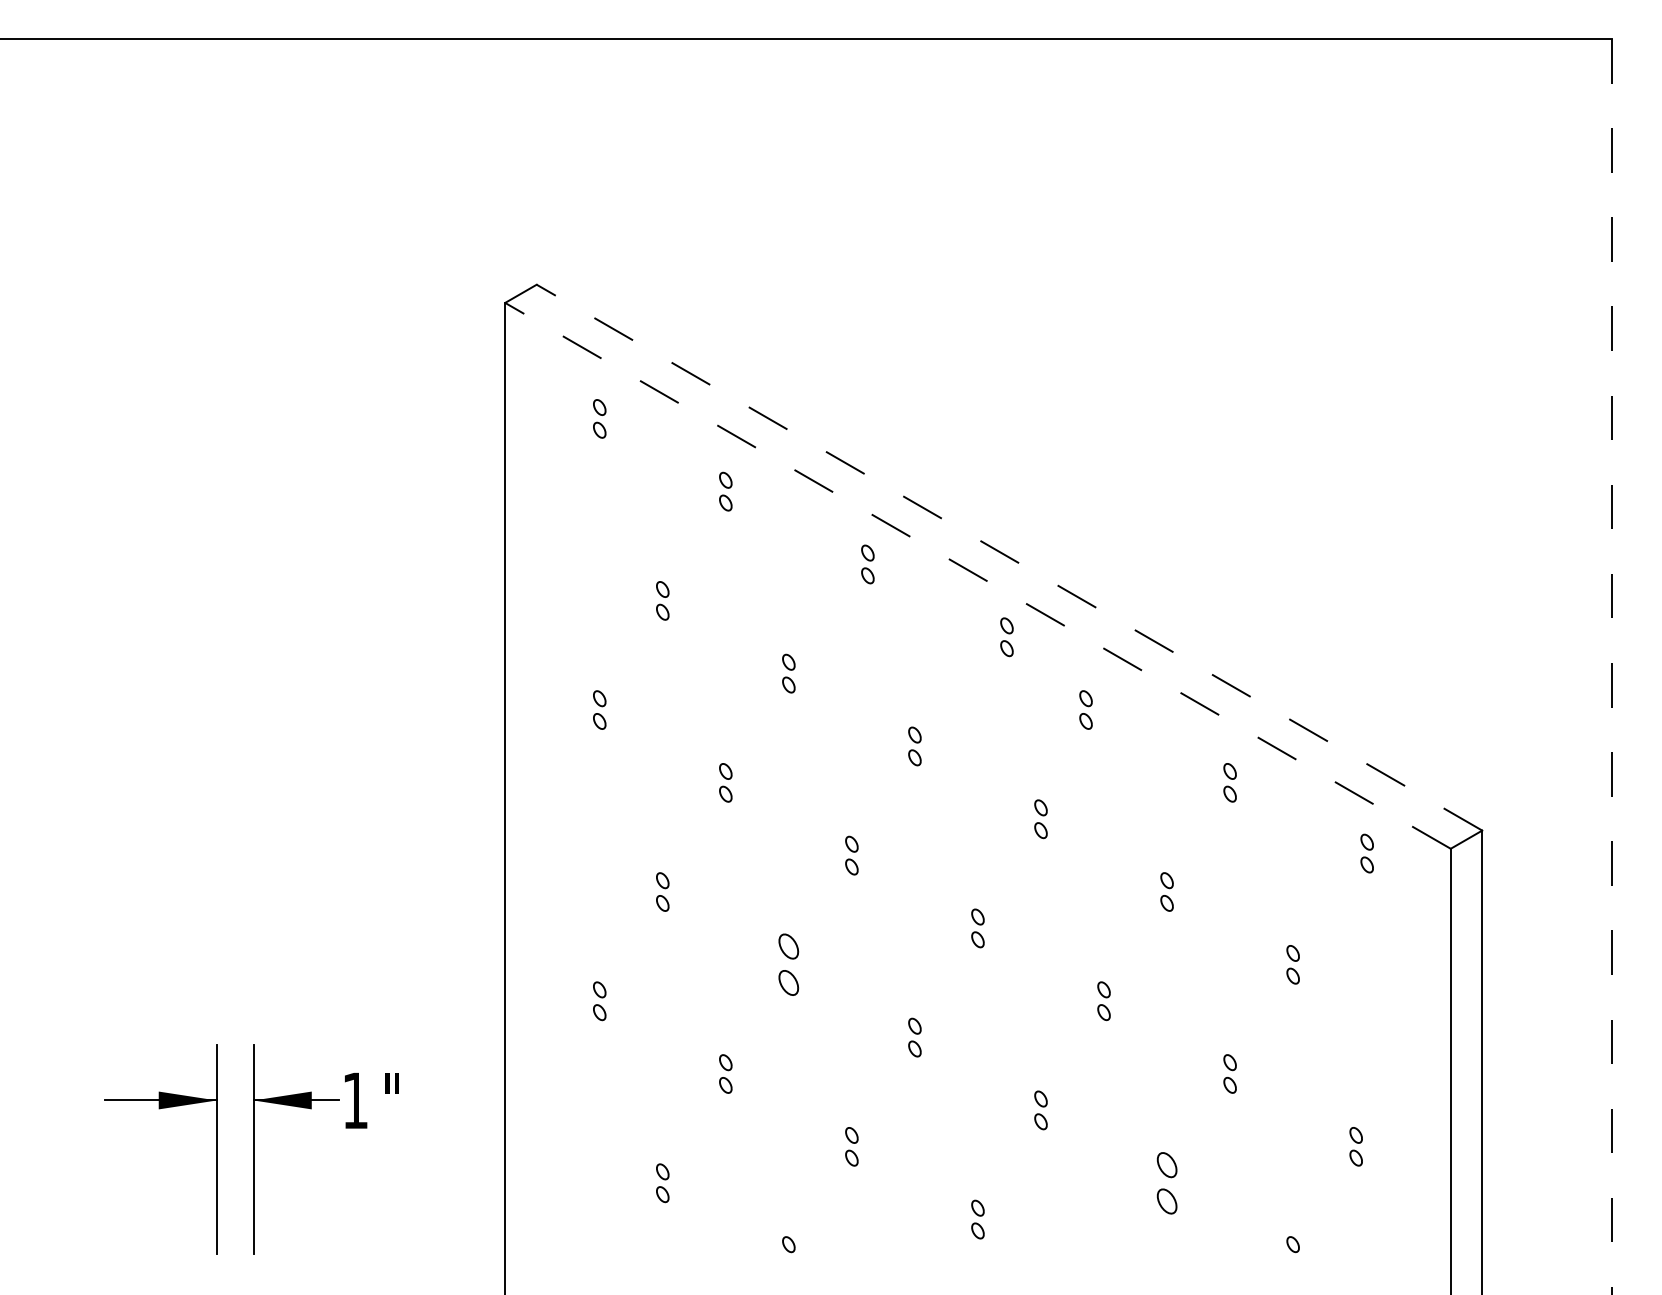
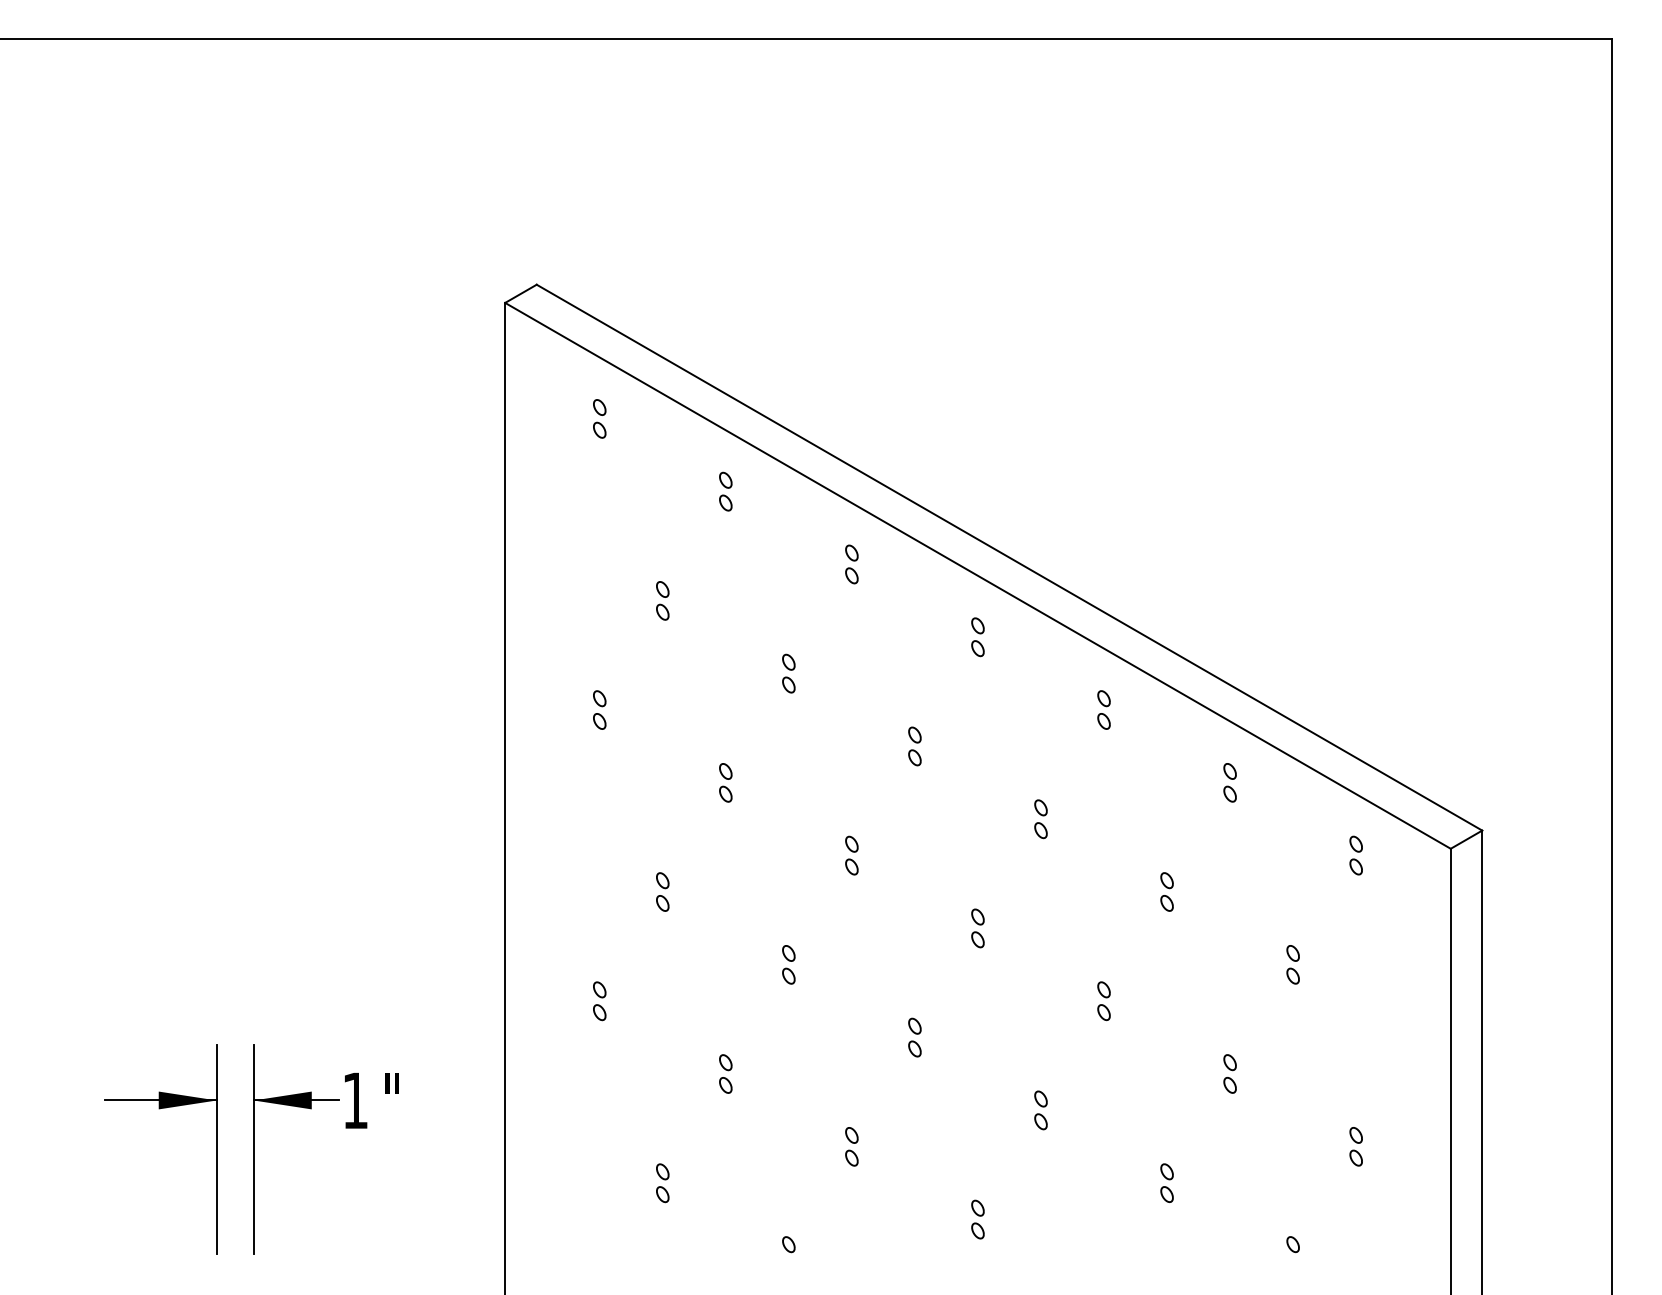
line at (1009, 557): dashed -> solid
part at (867, 564) position: (867, 564) -> (851, 564)
line at (977, 575): dashed -> solid
part at (1006, 637) position: (1006, 637) -> (977, 637)
line at (1612, 666): dashed -> solid
part at (1085, 709) position: (1085, 709) -> (1103, 709)
part at (1366, 853) position: (1366, 853) -> (1355, 855)
part at (788, 964) size: 22x63 px -> 14x40 px
part at (1166, 1183) size: 22x63 px -> 14x40 px
